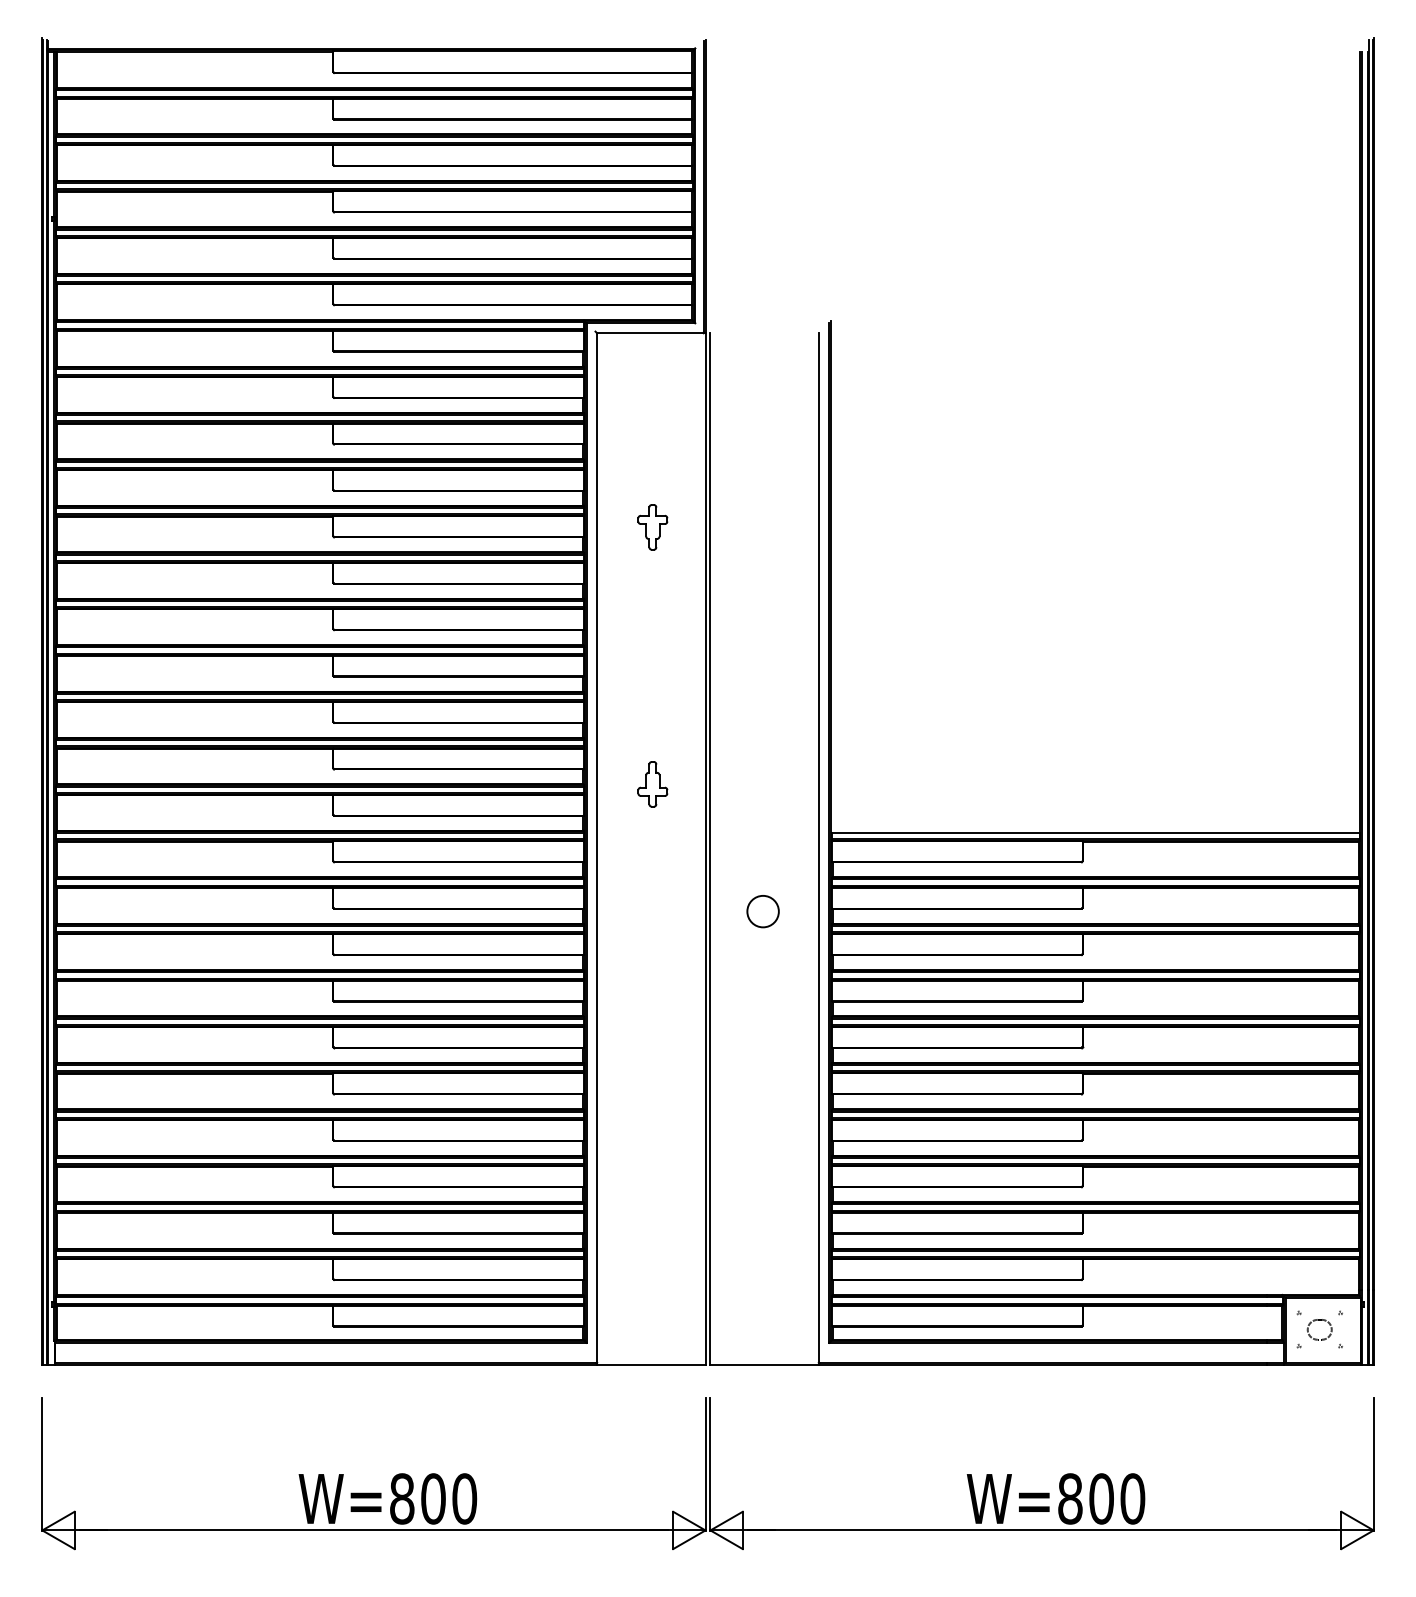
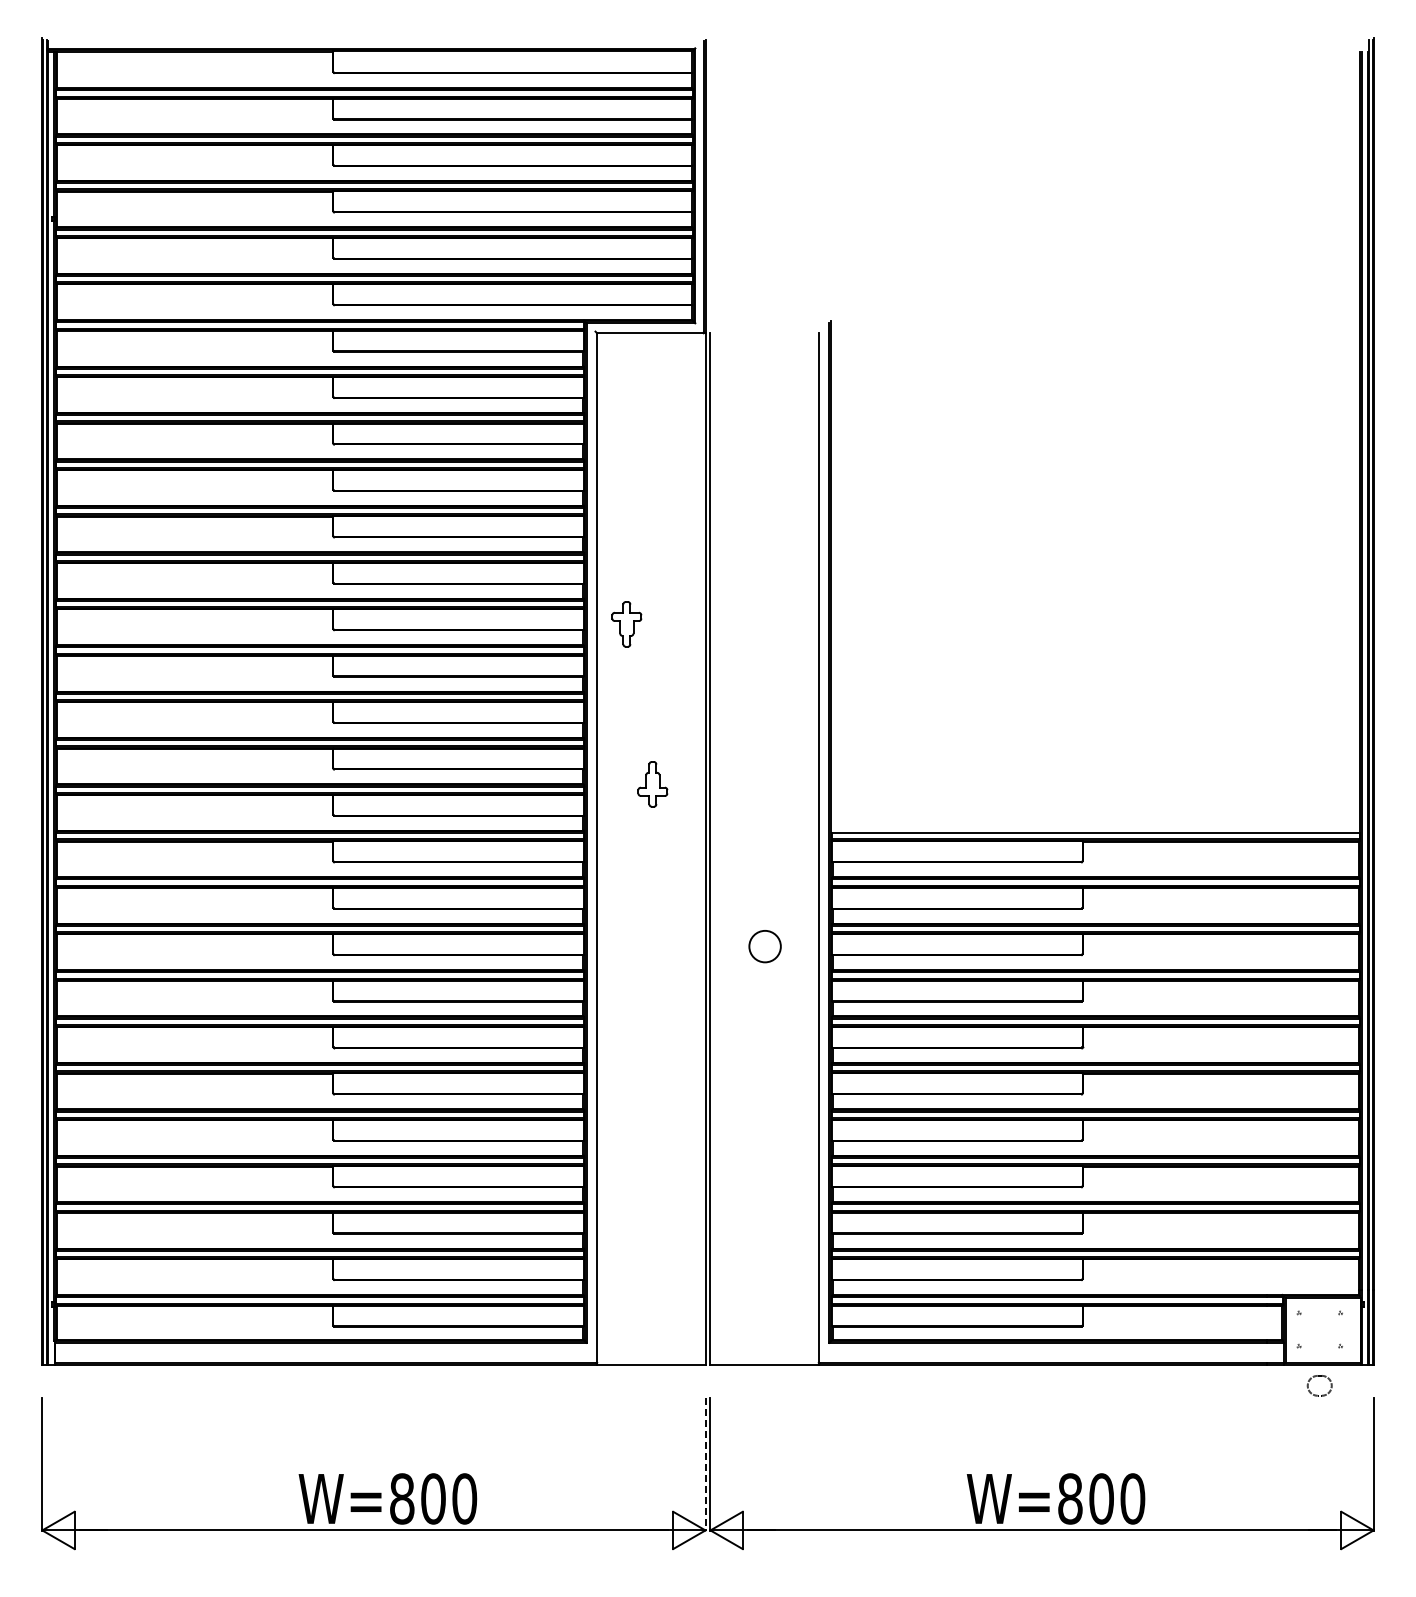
part at (652, 527) position: (652, 527) -> (626, 624)
circle at (762, 911) position: (762, 911) -> (764, 946)
part at (1315, 1321) position: (1315, 1321) -> (1315, 1377)
line at (705, 1464): solid -> dashed
